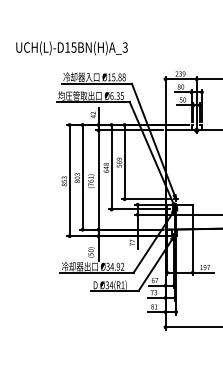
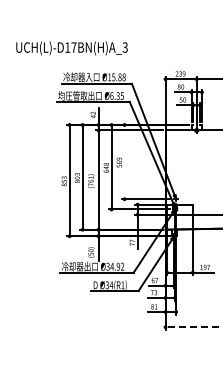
text at (73, 47): UCH(L)-D15BN(H)A_3 -> UCH(L)-D17BN(H)A_3
line at (124, 162): present -> none
line at (193, 327): solid -> dashed
